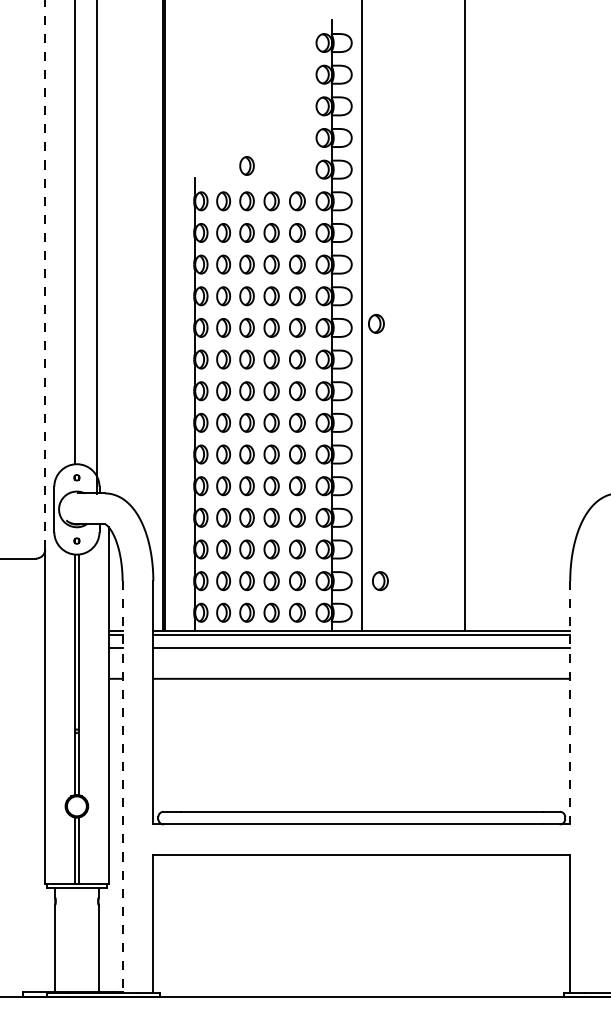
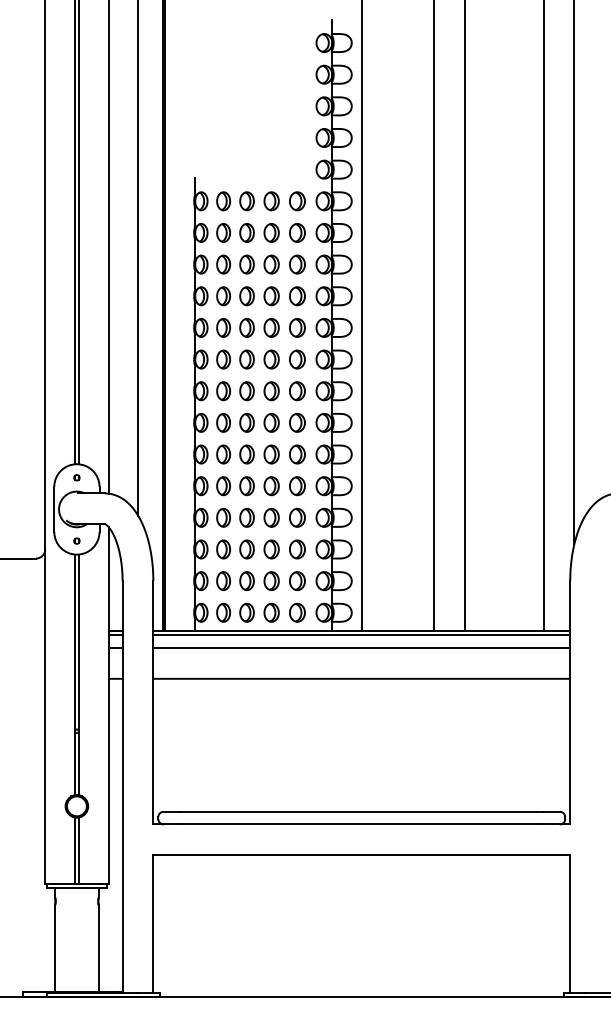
part at (246, 165): present -> none
line at (78, 233): none -> present
line at (96, 247) position: (96, 247) -> (108, 247)
line at (138, 258): none -> present
line at (574, 273): none -> present
line at (45, 275): dashed -> solid
line at (434, 316): none -> present
line at (543, 316): none -> present
part at (376, 323): present -> none
part at (380, 581): present -> none
line at (570, 702): dashed -> solid
line at (122, 786): dashed -> solid
